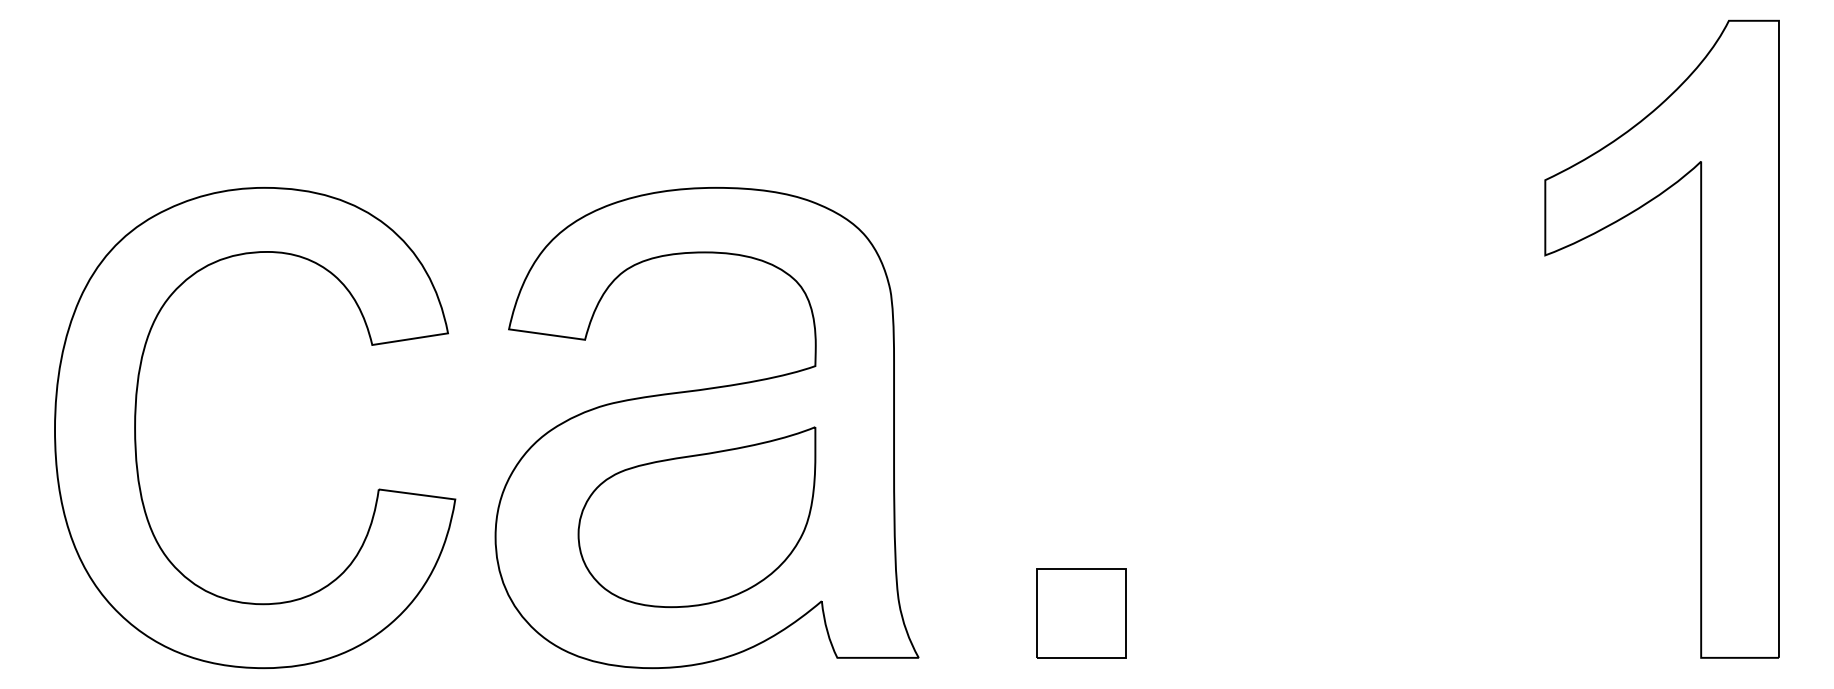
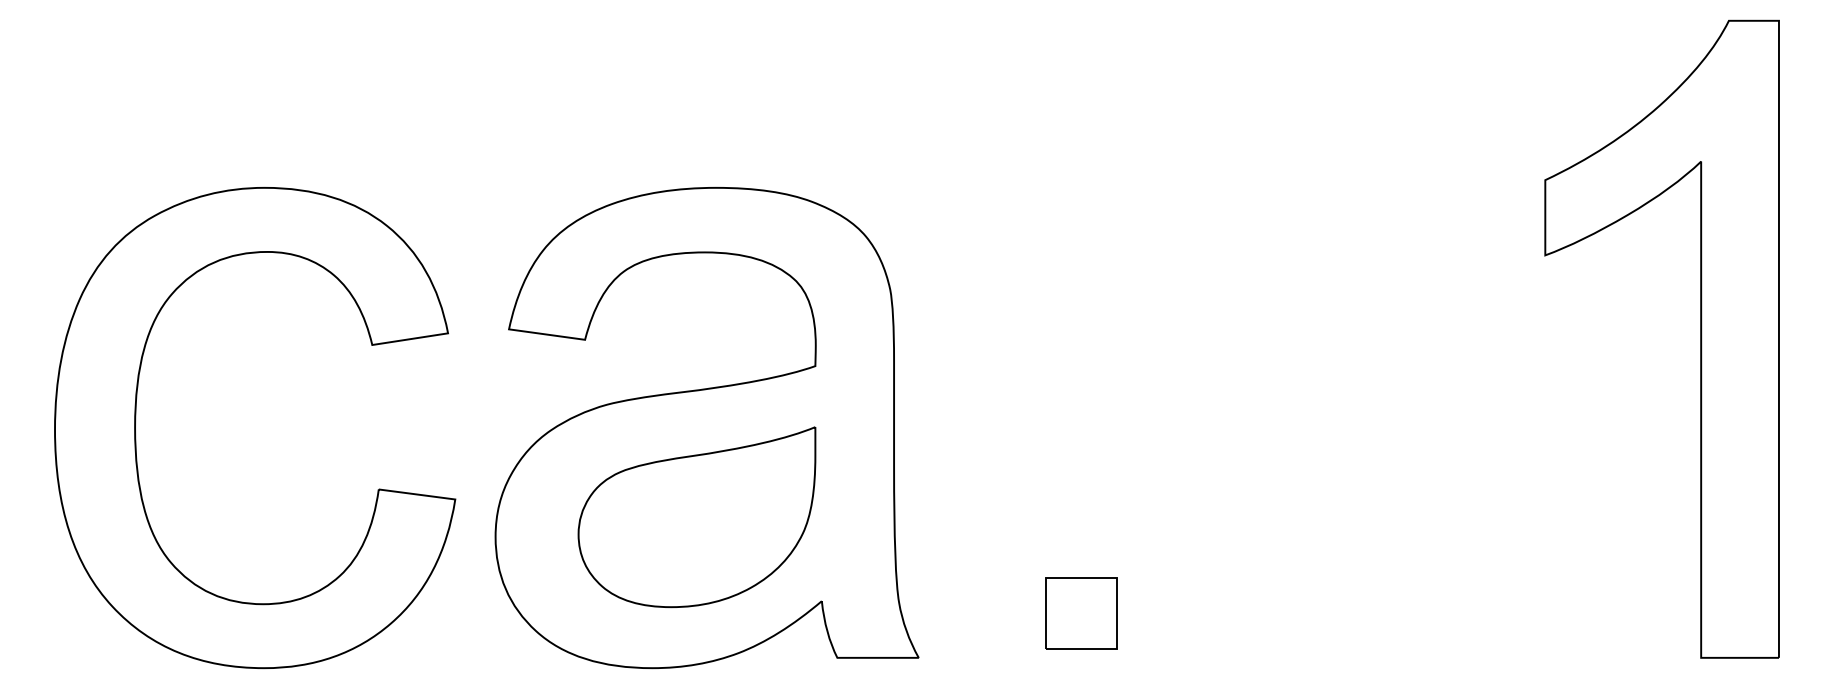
part at (1081, 613) size: 91x91 px -> 73x73 px
